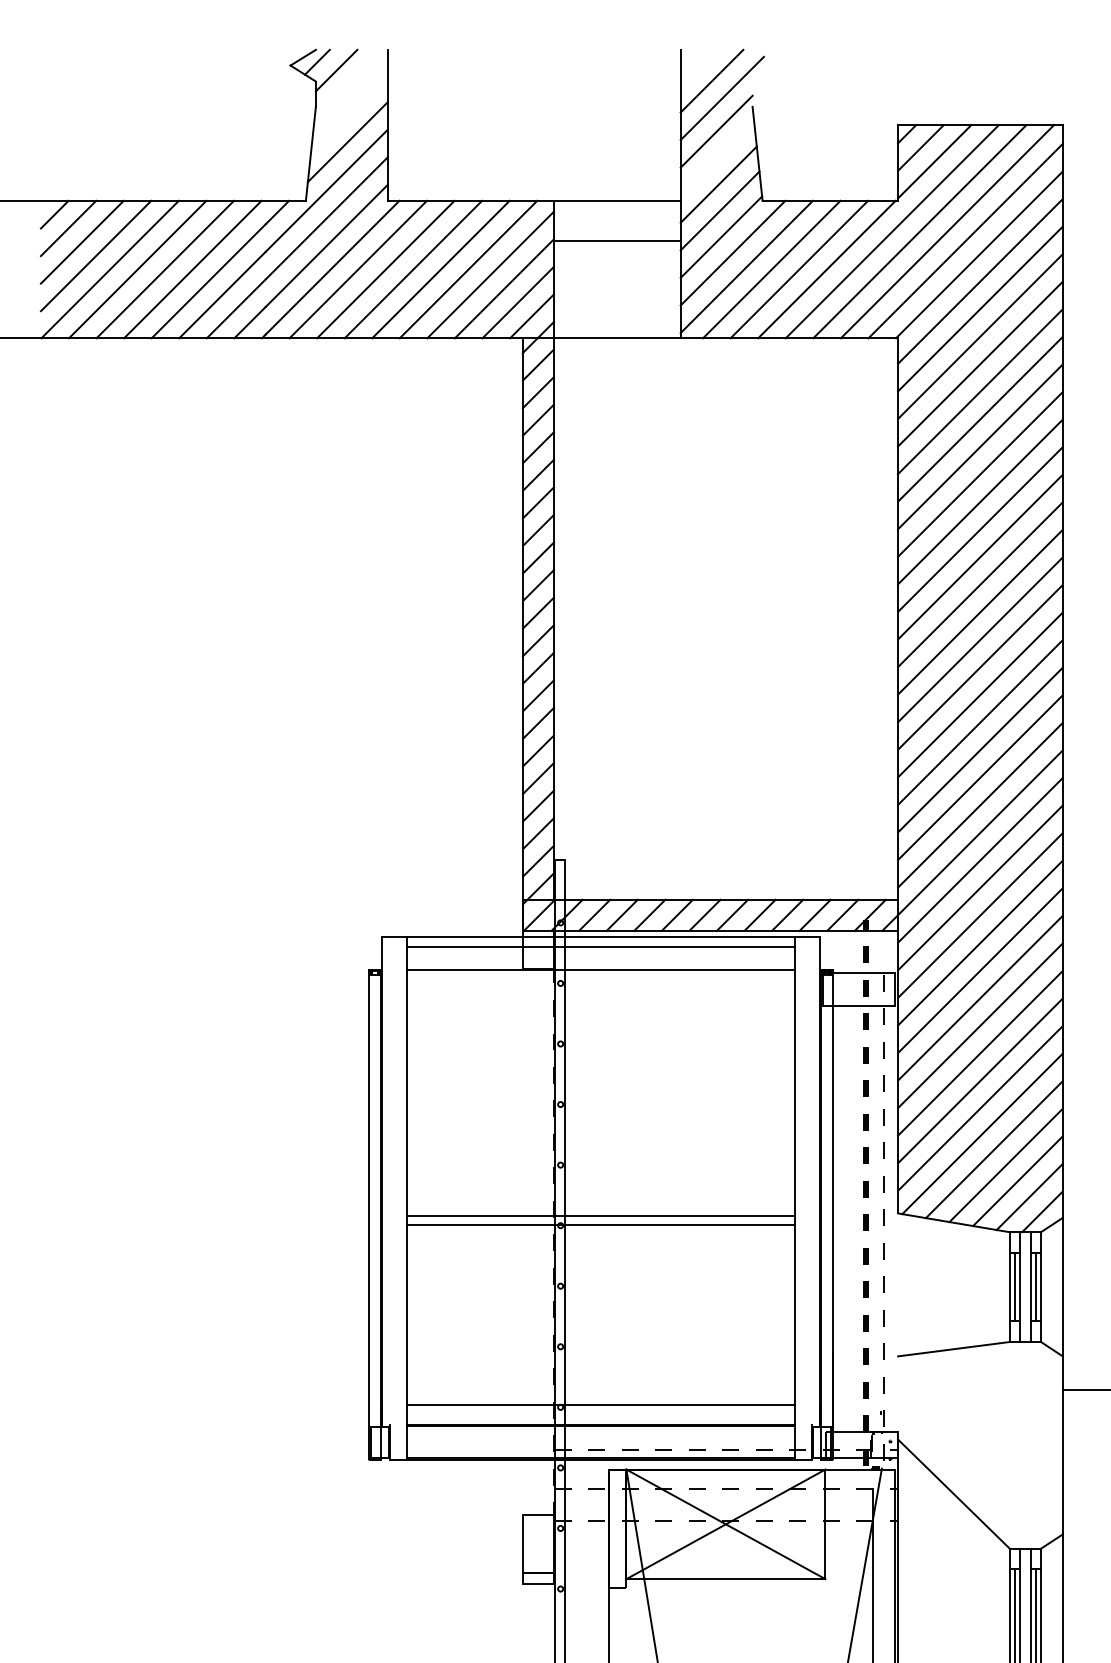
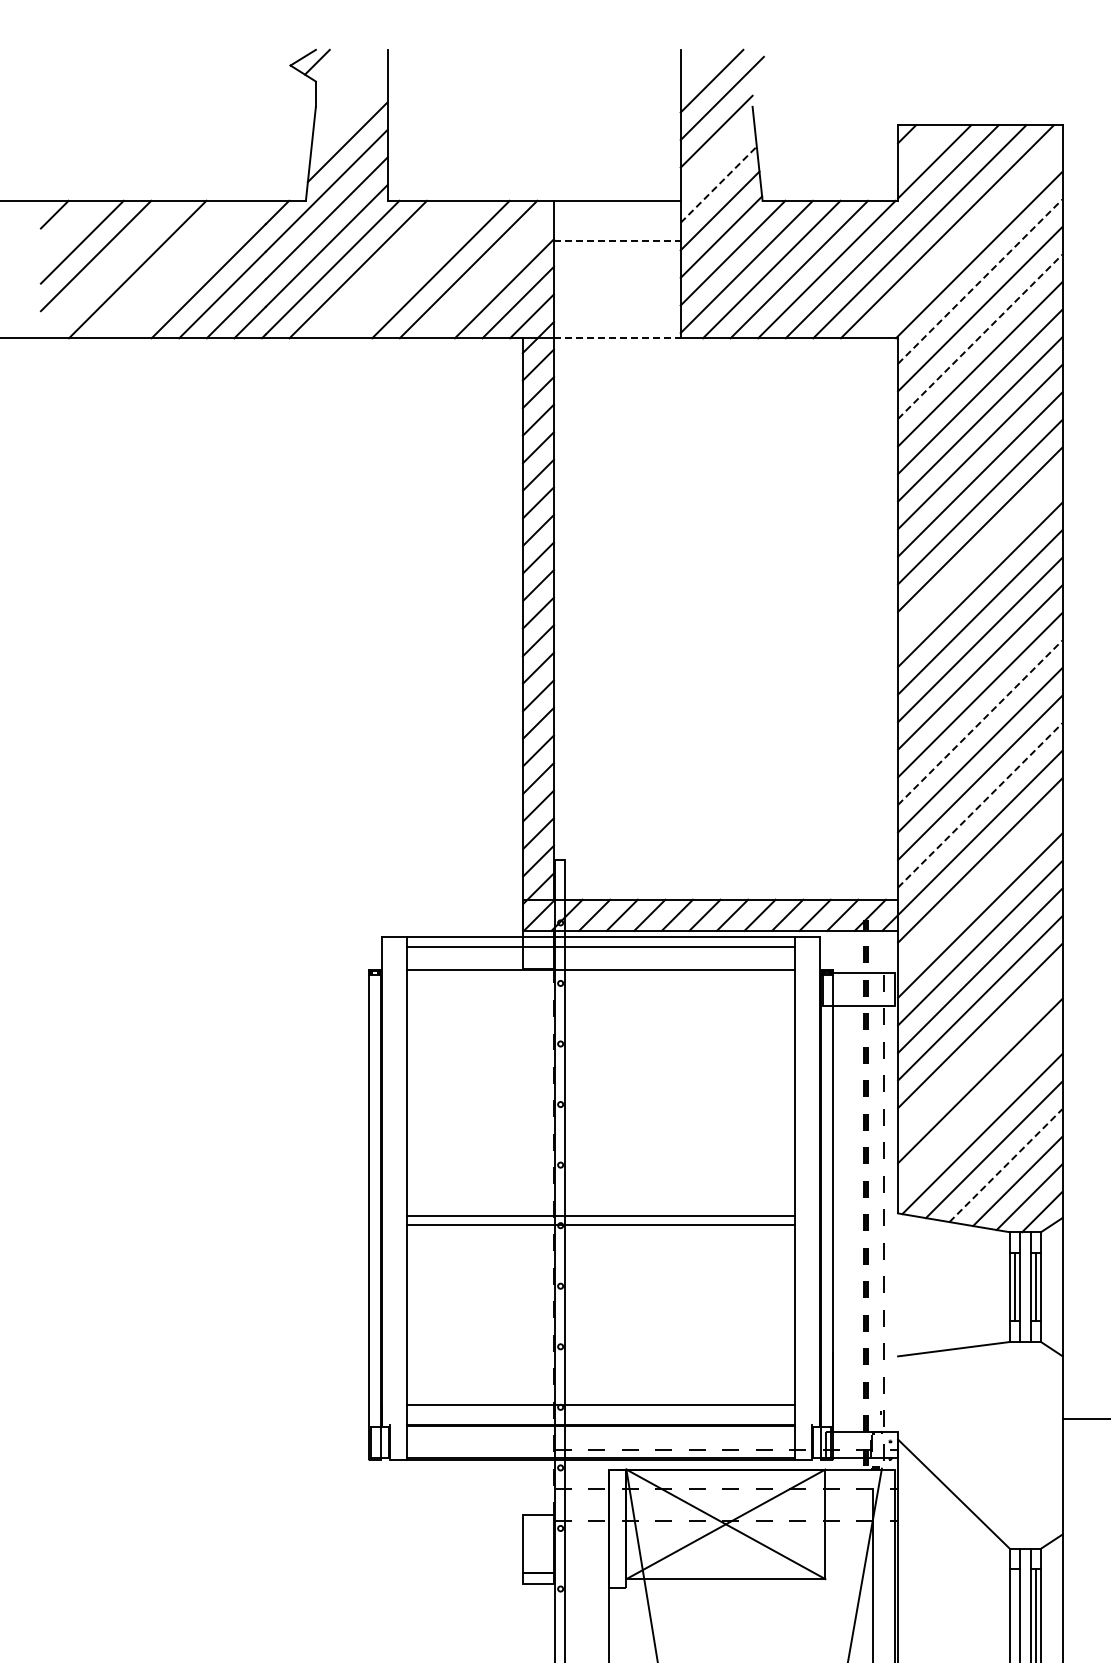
line at (336, 70): present -> none
line at (920, 147): present -> none
line at (718, 184): solid -> dashed
line at (68, 228): present -> none
line at (617, 240): solid -> dashed
line at (965, 241): present -> none
line at (109, 269): present -> none
line at (165, 269): present -> none
line at (192, 269): present -> none
line at (385, 269): present -> none
line at (413, 269): present -> none
line at (490, 274): present -> none
line at (980, 281): solid -> dashed
line at (980, 336): solid -> dashed
line at (617, 338): solid -> dashed
line at (980, 557): present -> none
line at (980, 722): solid -> dashed
line at (980, 805): solid -> dashed
line at (980, 888): present -> none
line at (980, 1053): present -> none
line at (980, 1108): present -> none
line at (1005, 1165): solid -> dashed
line at (1084, 1389) position: (1084, 1389) -> (1084, 1418)
line at (1015, 1614): present -> none
